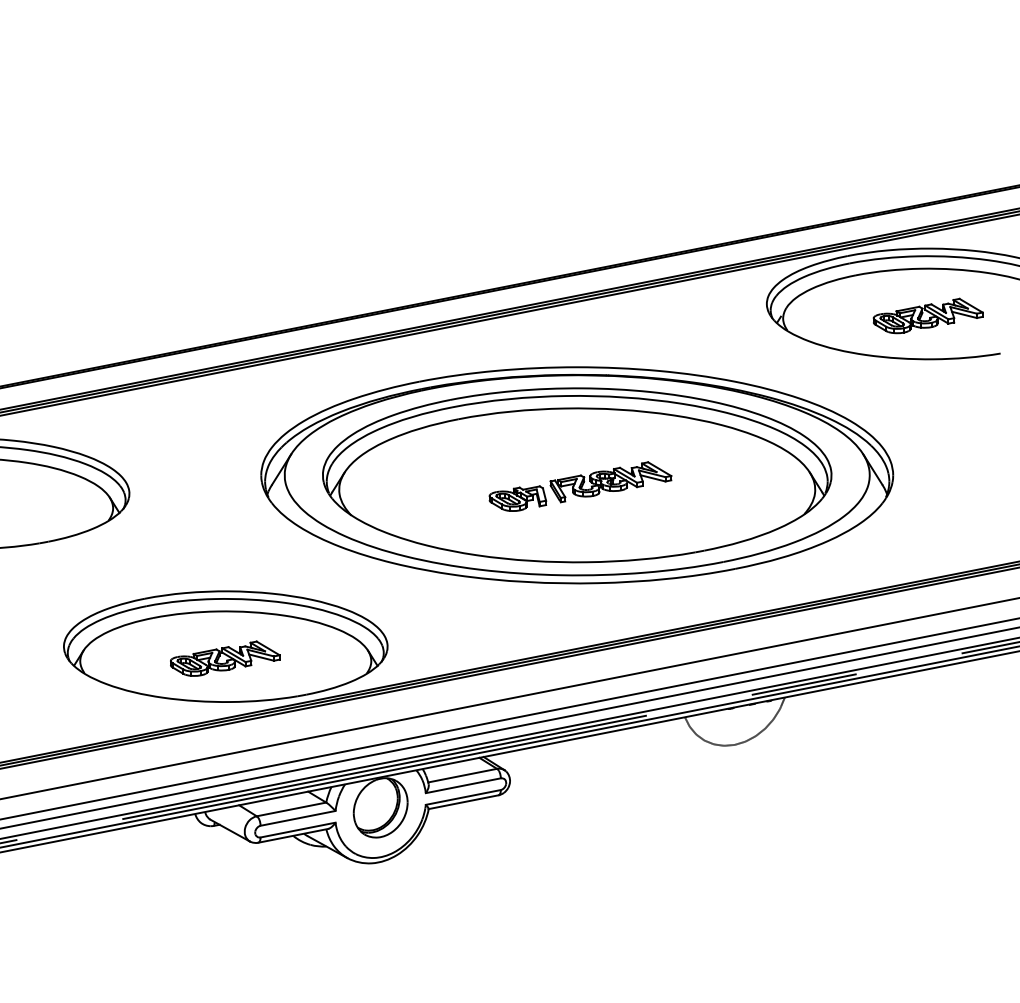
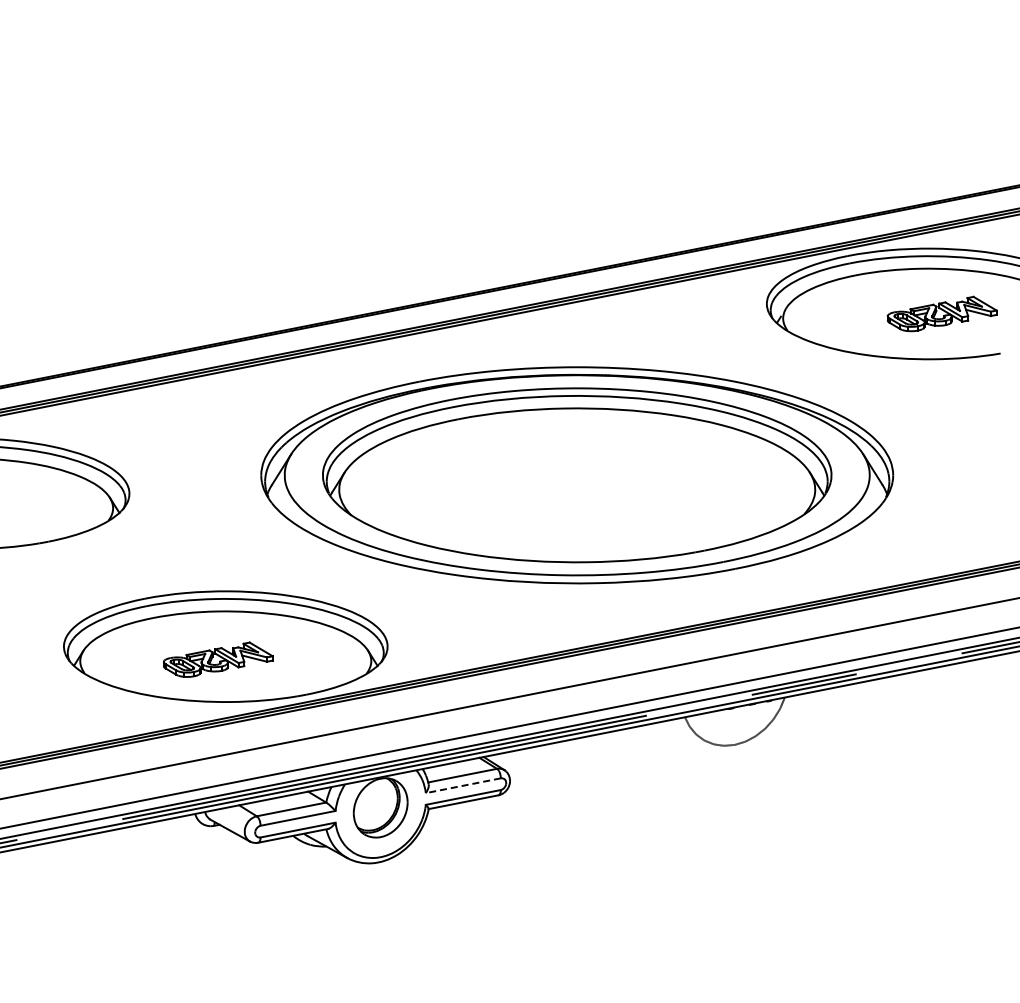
part at (927, 315) position: (927, 315) -> (941, 313)
part at (580, 486): present -> none
part at (225, 658) position: (225, 658) -> (218, 659)
line at (509, 718): present -> none
line at (462, 785): solid -> dashed
